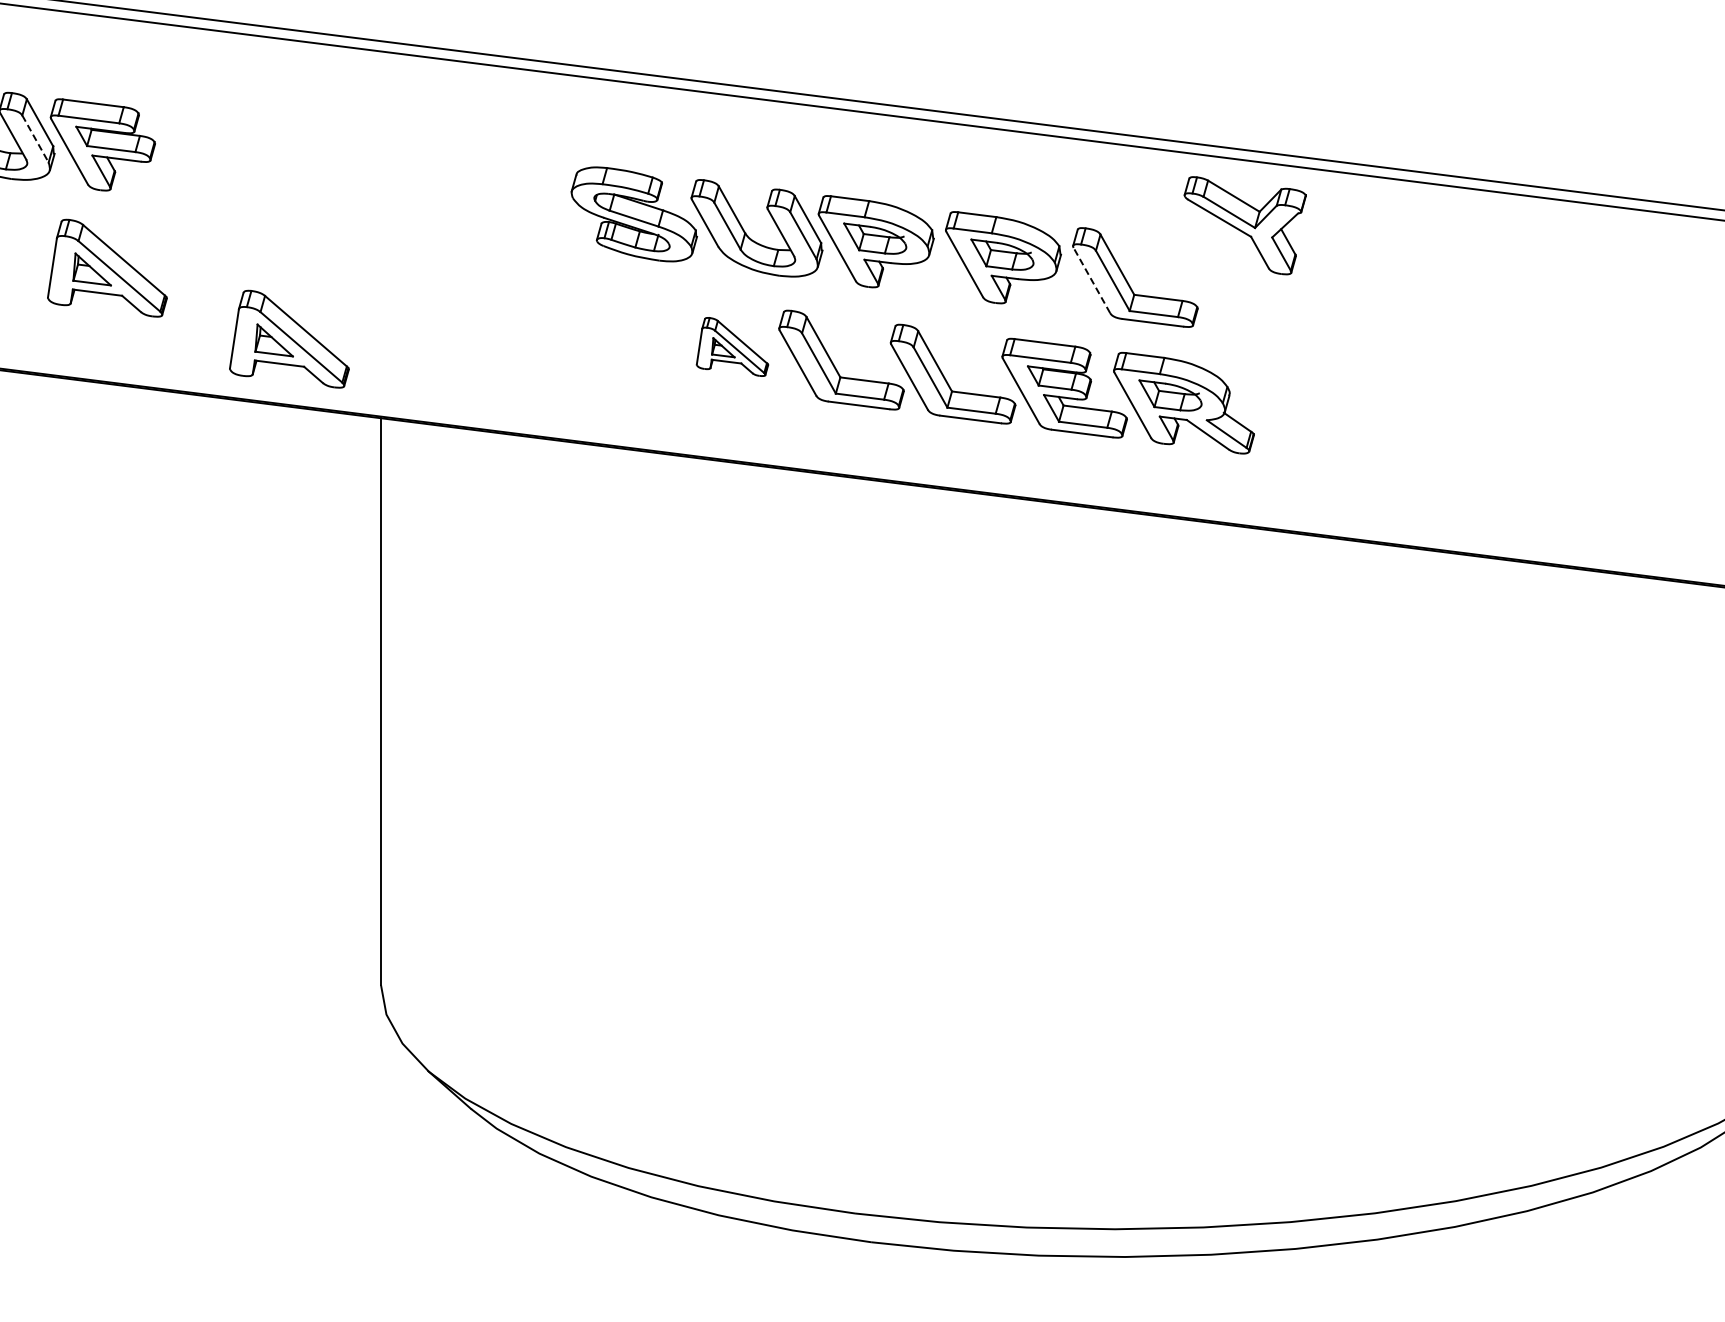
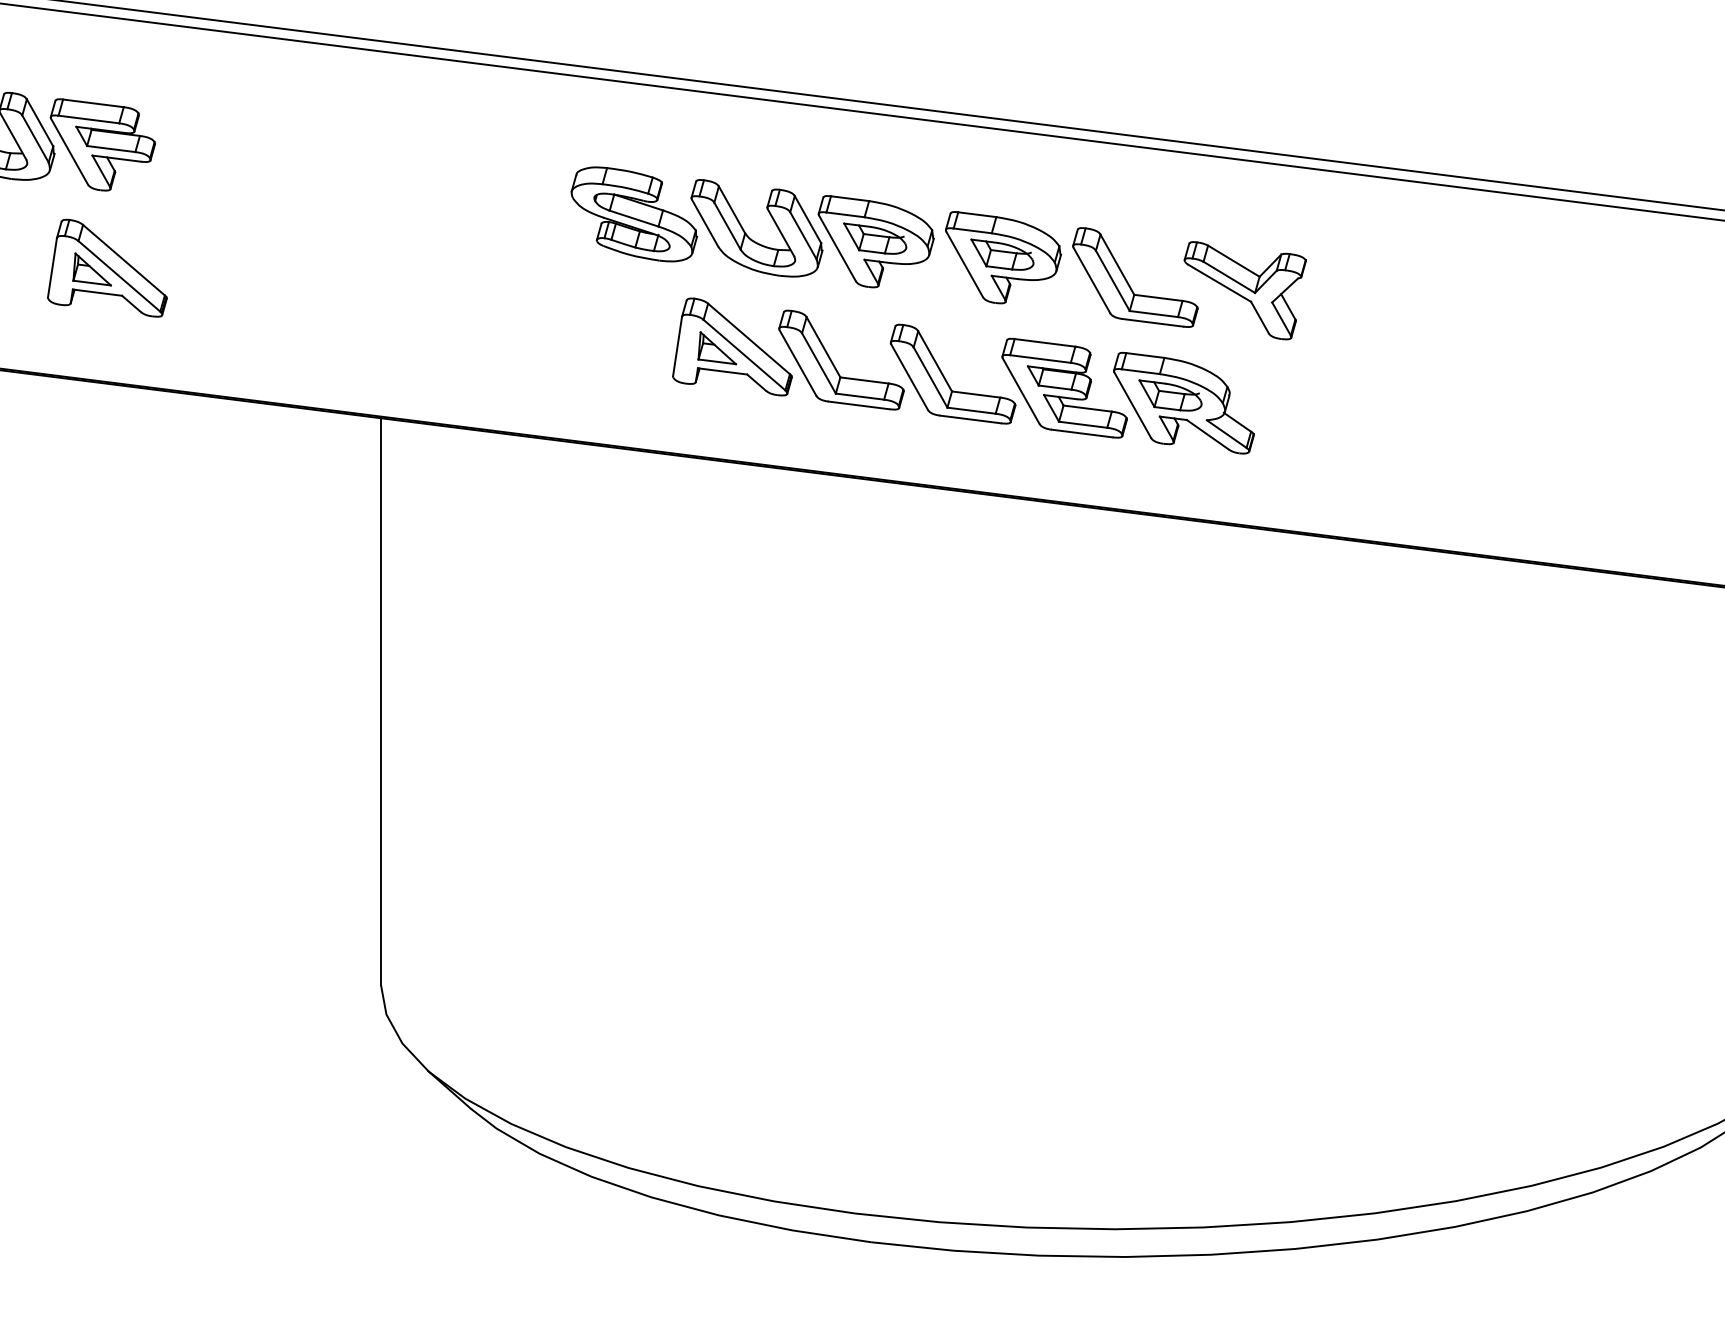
line at (35, 139): dashed -> solid
part at (1244, 225) position: (1244, 225) -> (1244, 290)
line at (1091, 280): dashed -> solid
part at (289, 338): present -> none
part at (732, 346) size: 75x60 px -> 121x100 px
